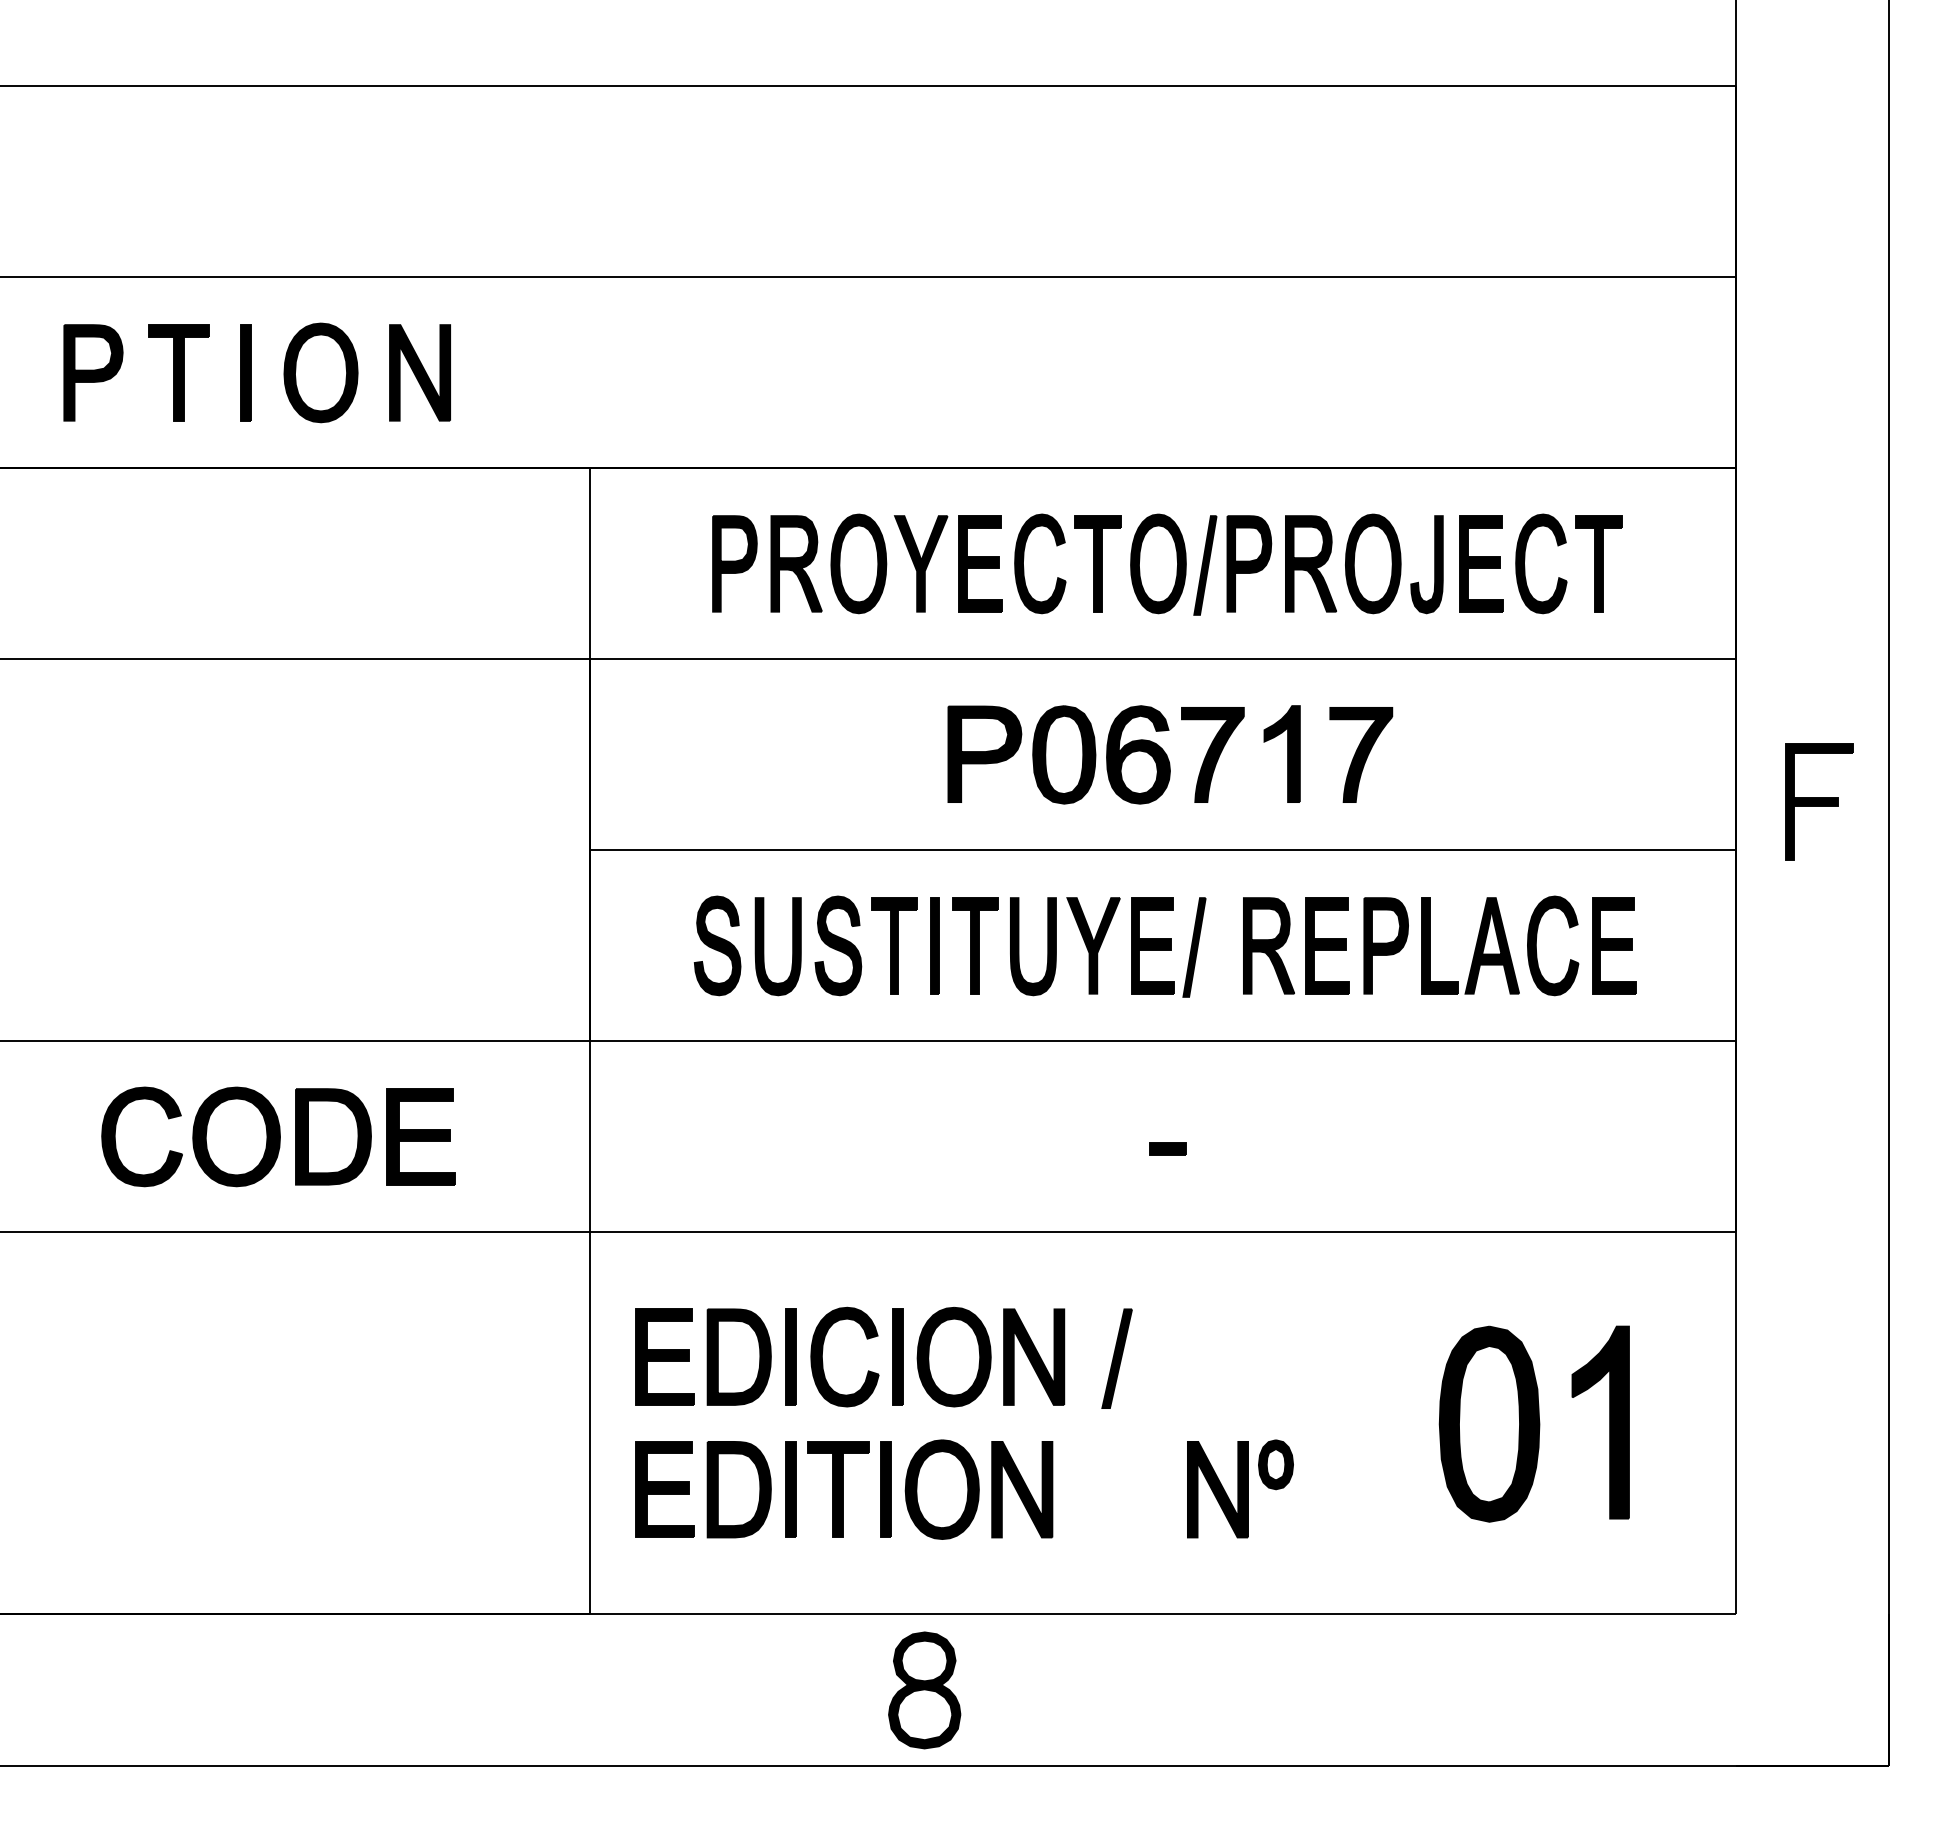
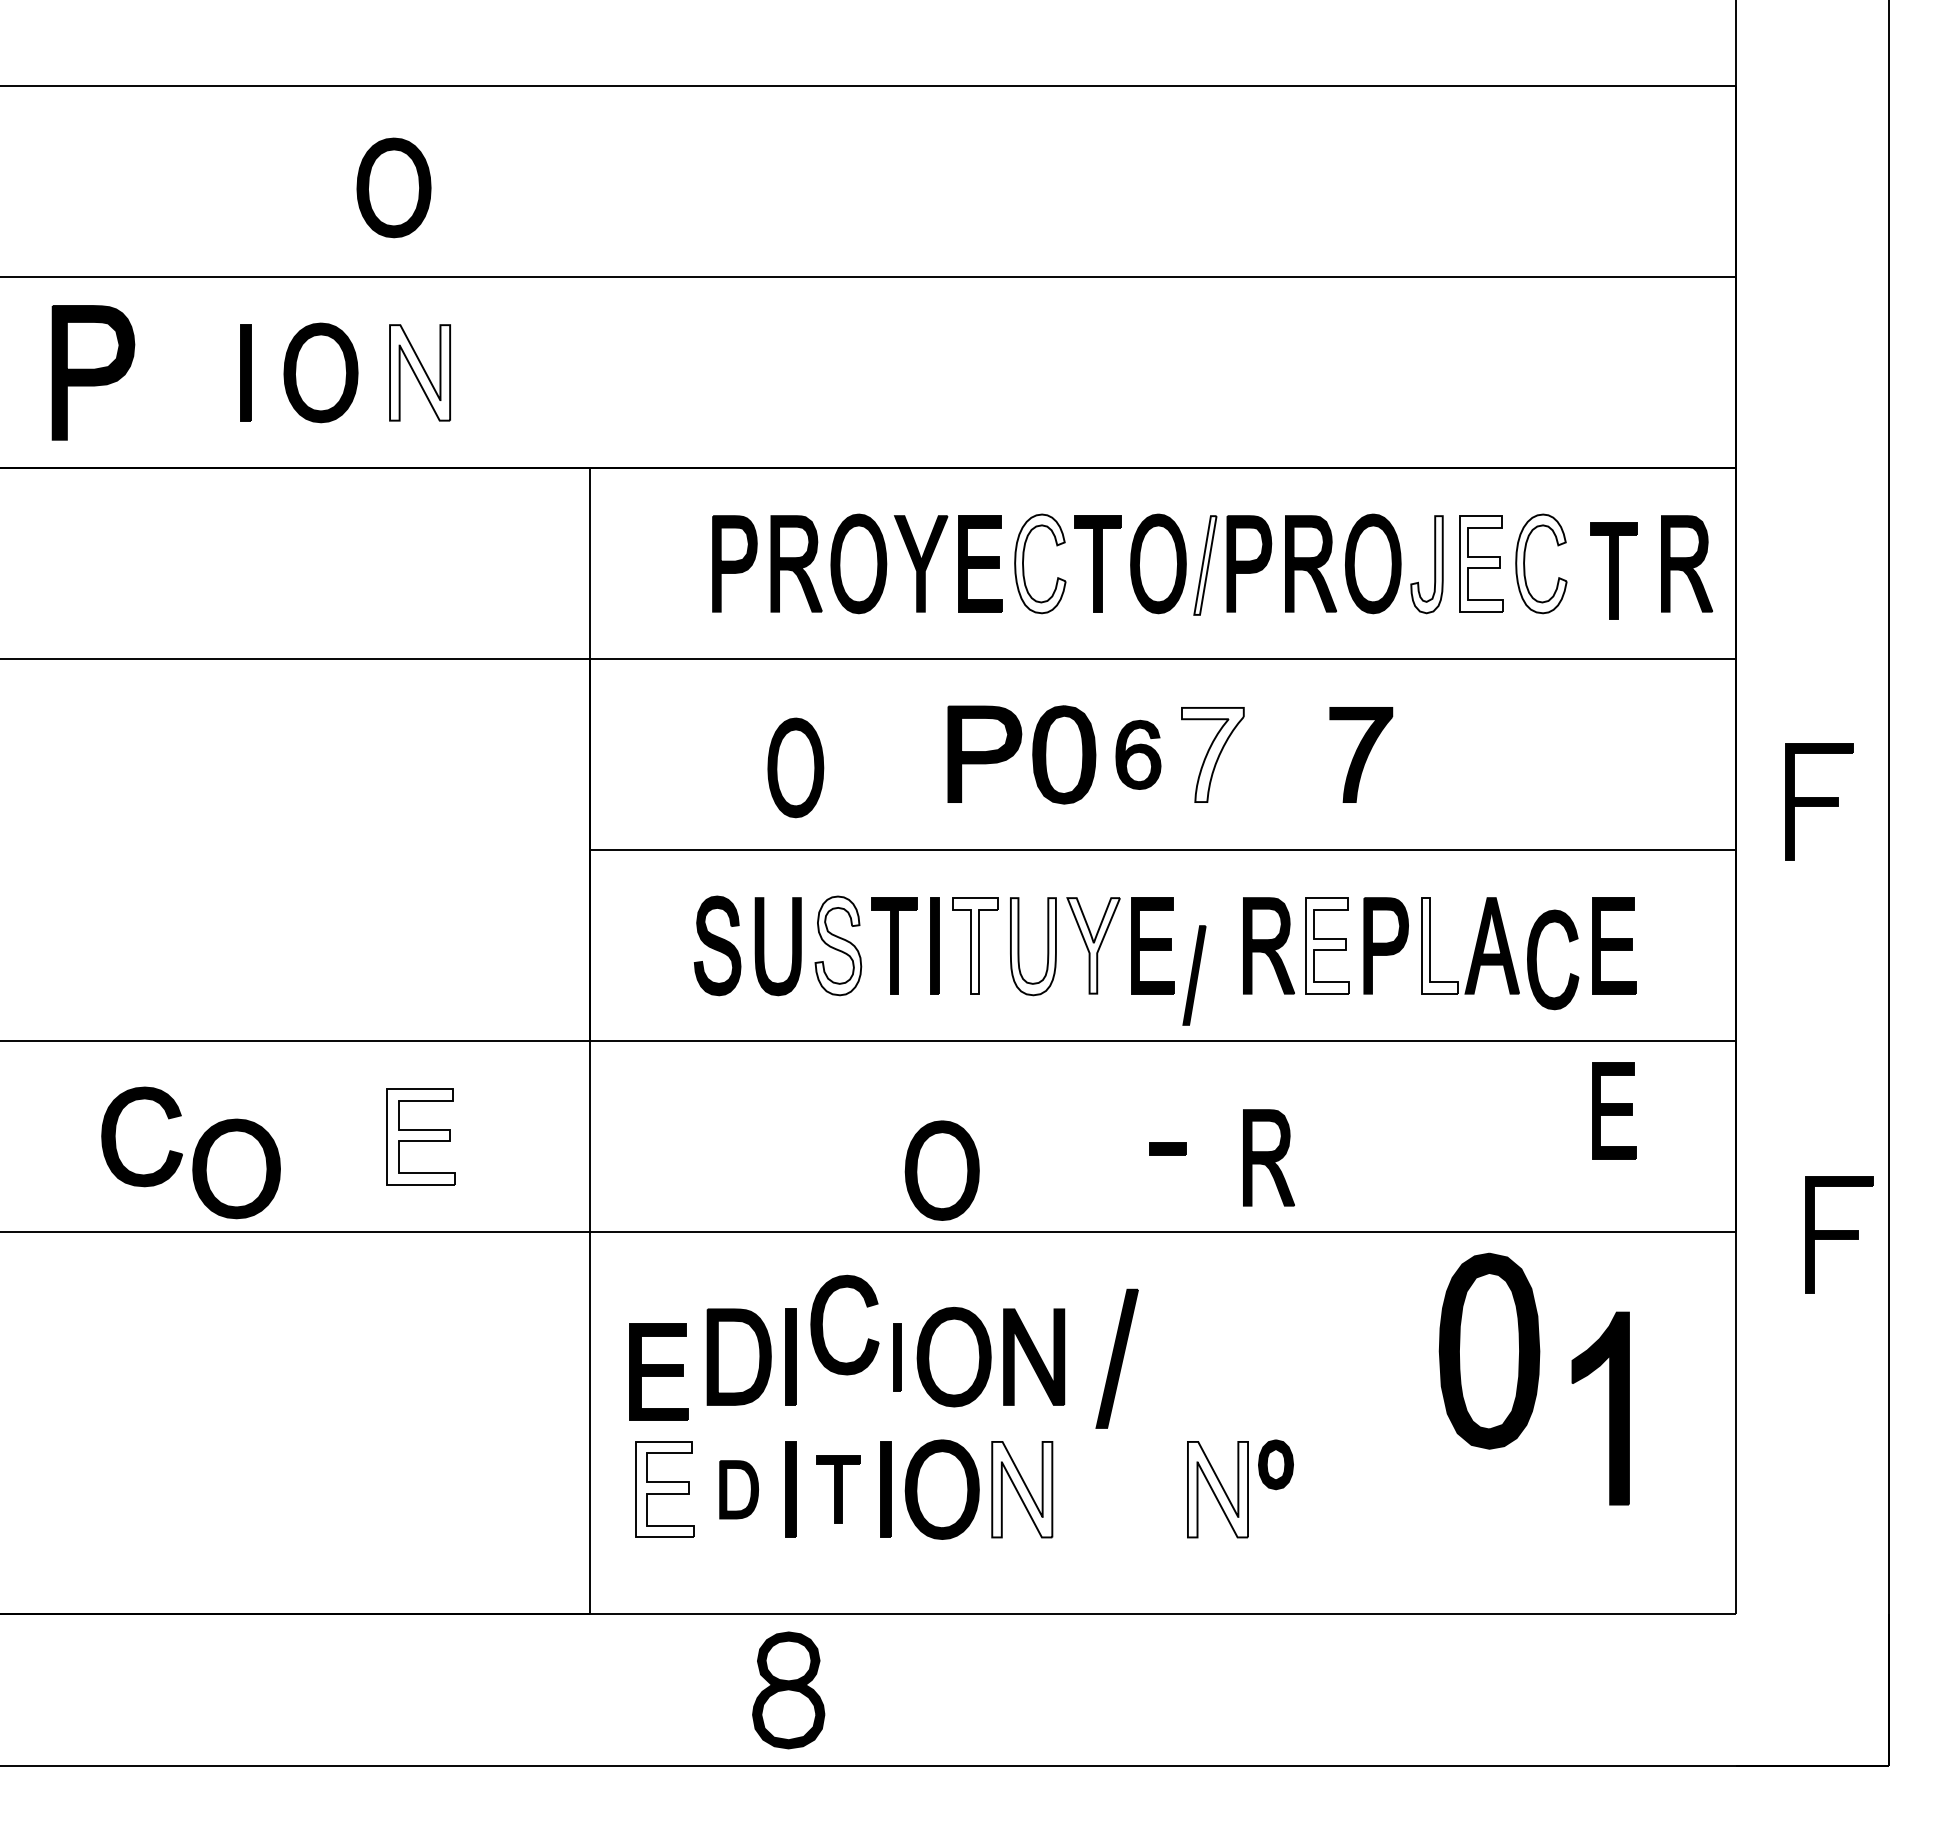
part at (393, 187): none -> present
part at (93, 372) size: 61x98 px -> 85x136 px
part at (178, 372): present -> none
fill at (420, 372): present -> none
fill at (1040, 563): present -> none
fill at (1481, 563): present -> none
fill at (1541, 563): present -> none
part at (1598, 563) position: (1598, 563) -> (1613, 570)
part at (1686, 563): none -> present
fill at (1426, 564): present -> none
fill at (1205, 565): present -> none
part at (1281, 753): present -> none
part at (1138, 754) size: 65x100 px -> 47x71 px
fill at (1212, 754): present -> none
part at (795, 767): none -> present
fill at (838, 945): present -> none
fill at (975, 945): present -> none
fill at (1093, 945): present -> none
fill at (1327, 945): present -> none
fill at (1440, 945): present -> none
part at (1536, 945) position: (1536, 945) -> (1536, 959)
fill at (1032, 946): present -> none
part at (1194, 947) position: (1194, 947) -> (1194, 975)
part at (1614, 1110): none -> present
part at (236, 1136) position: (236, 1136) -> (236, 1168)
part at (333, 1136): present -> none
fill at (421, 1136): present -> none
part at (1268, 1157): none -> present
part at (941, 1170): none -> present
part at (1839, 1234): none -> present
part at (823, 1350) position: (823, 1350) -> (823, 1318)
part at (664, 1356) position: (664, 1356) -> (658, 1371)
part at (897, 1356) size: 12x98 px -> 9x69 px
part at (1116, 1358) size: 32x101 px -> 44x141 px
part at (1609, 1422) position: (1609, 1422) -> (1609, 1408)
part at (1489, 1423) position: (1489, 1423) -> (1489, 1350)
fill at (664, 1489): present -> none
part at (738, 1489) size: 66x98 px -> 40x60 px
part at (838, 1489) size: 63x97 px -> 45x69 px
fill at (1022, 1489): present -> none
fill at (1217, 1489): present -> none
part at (924, 1690) position: (924, 1690) -> (788, 1690)
